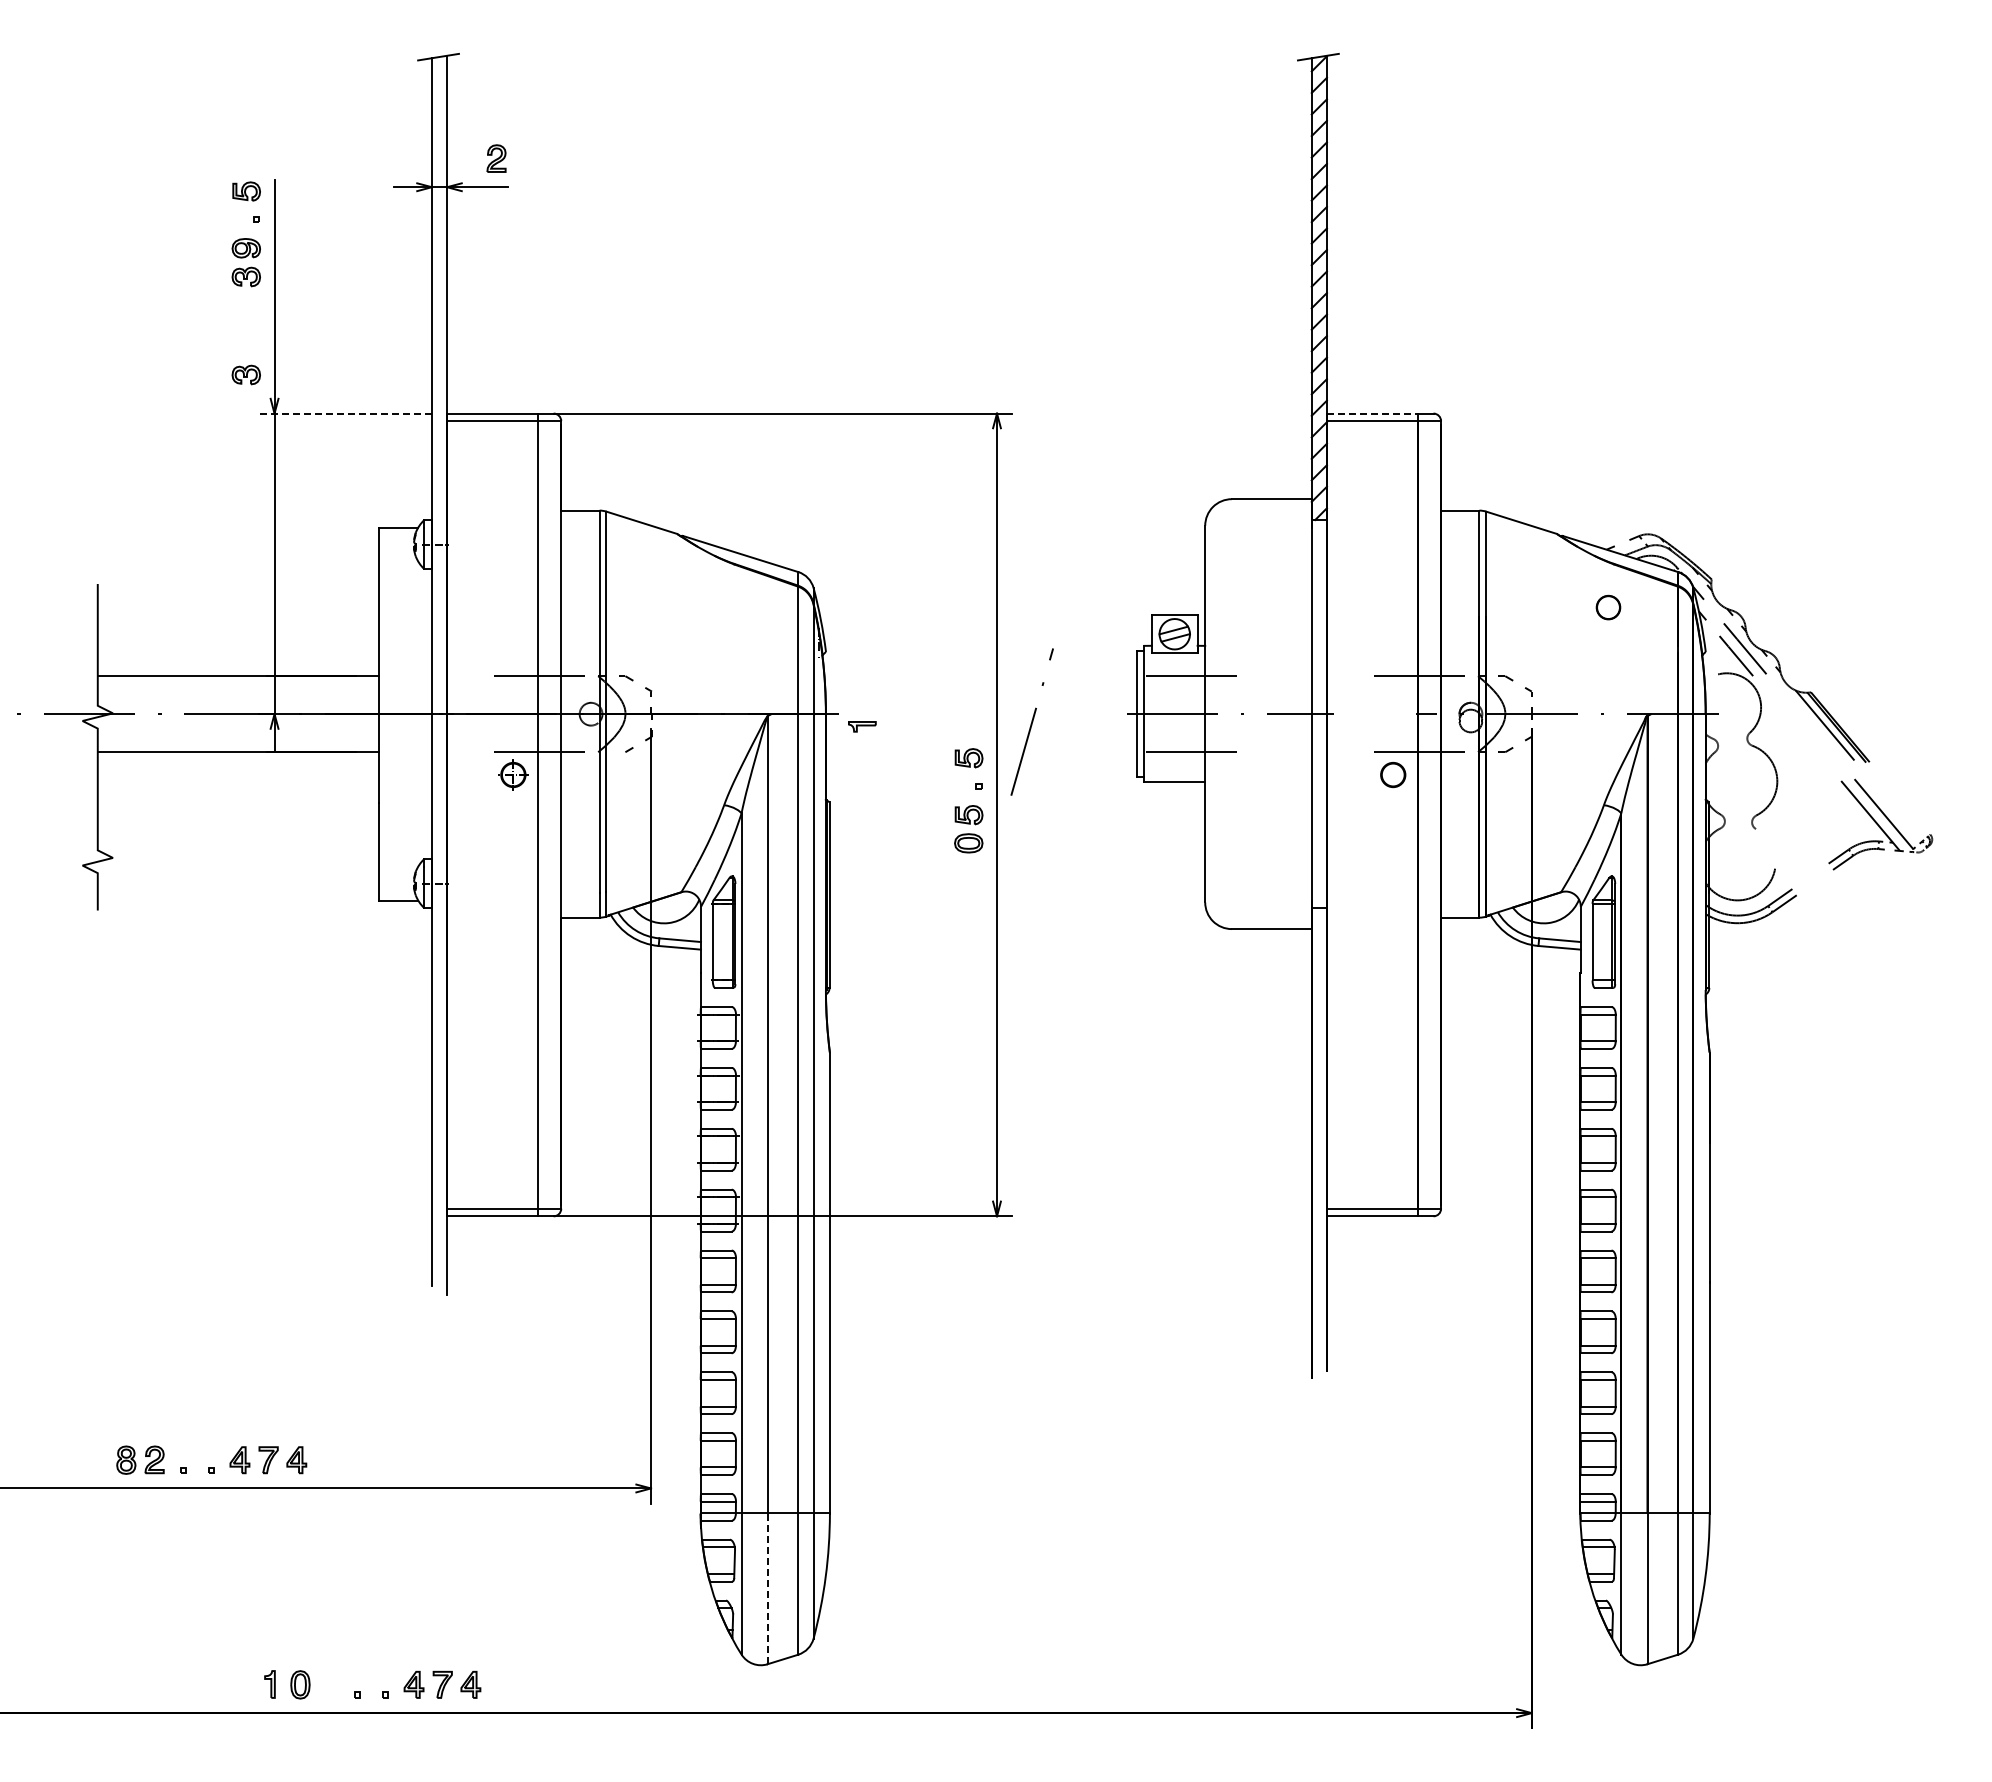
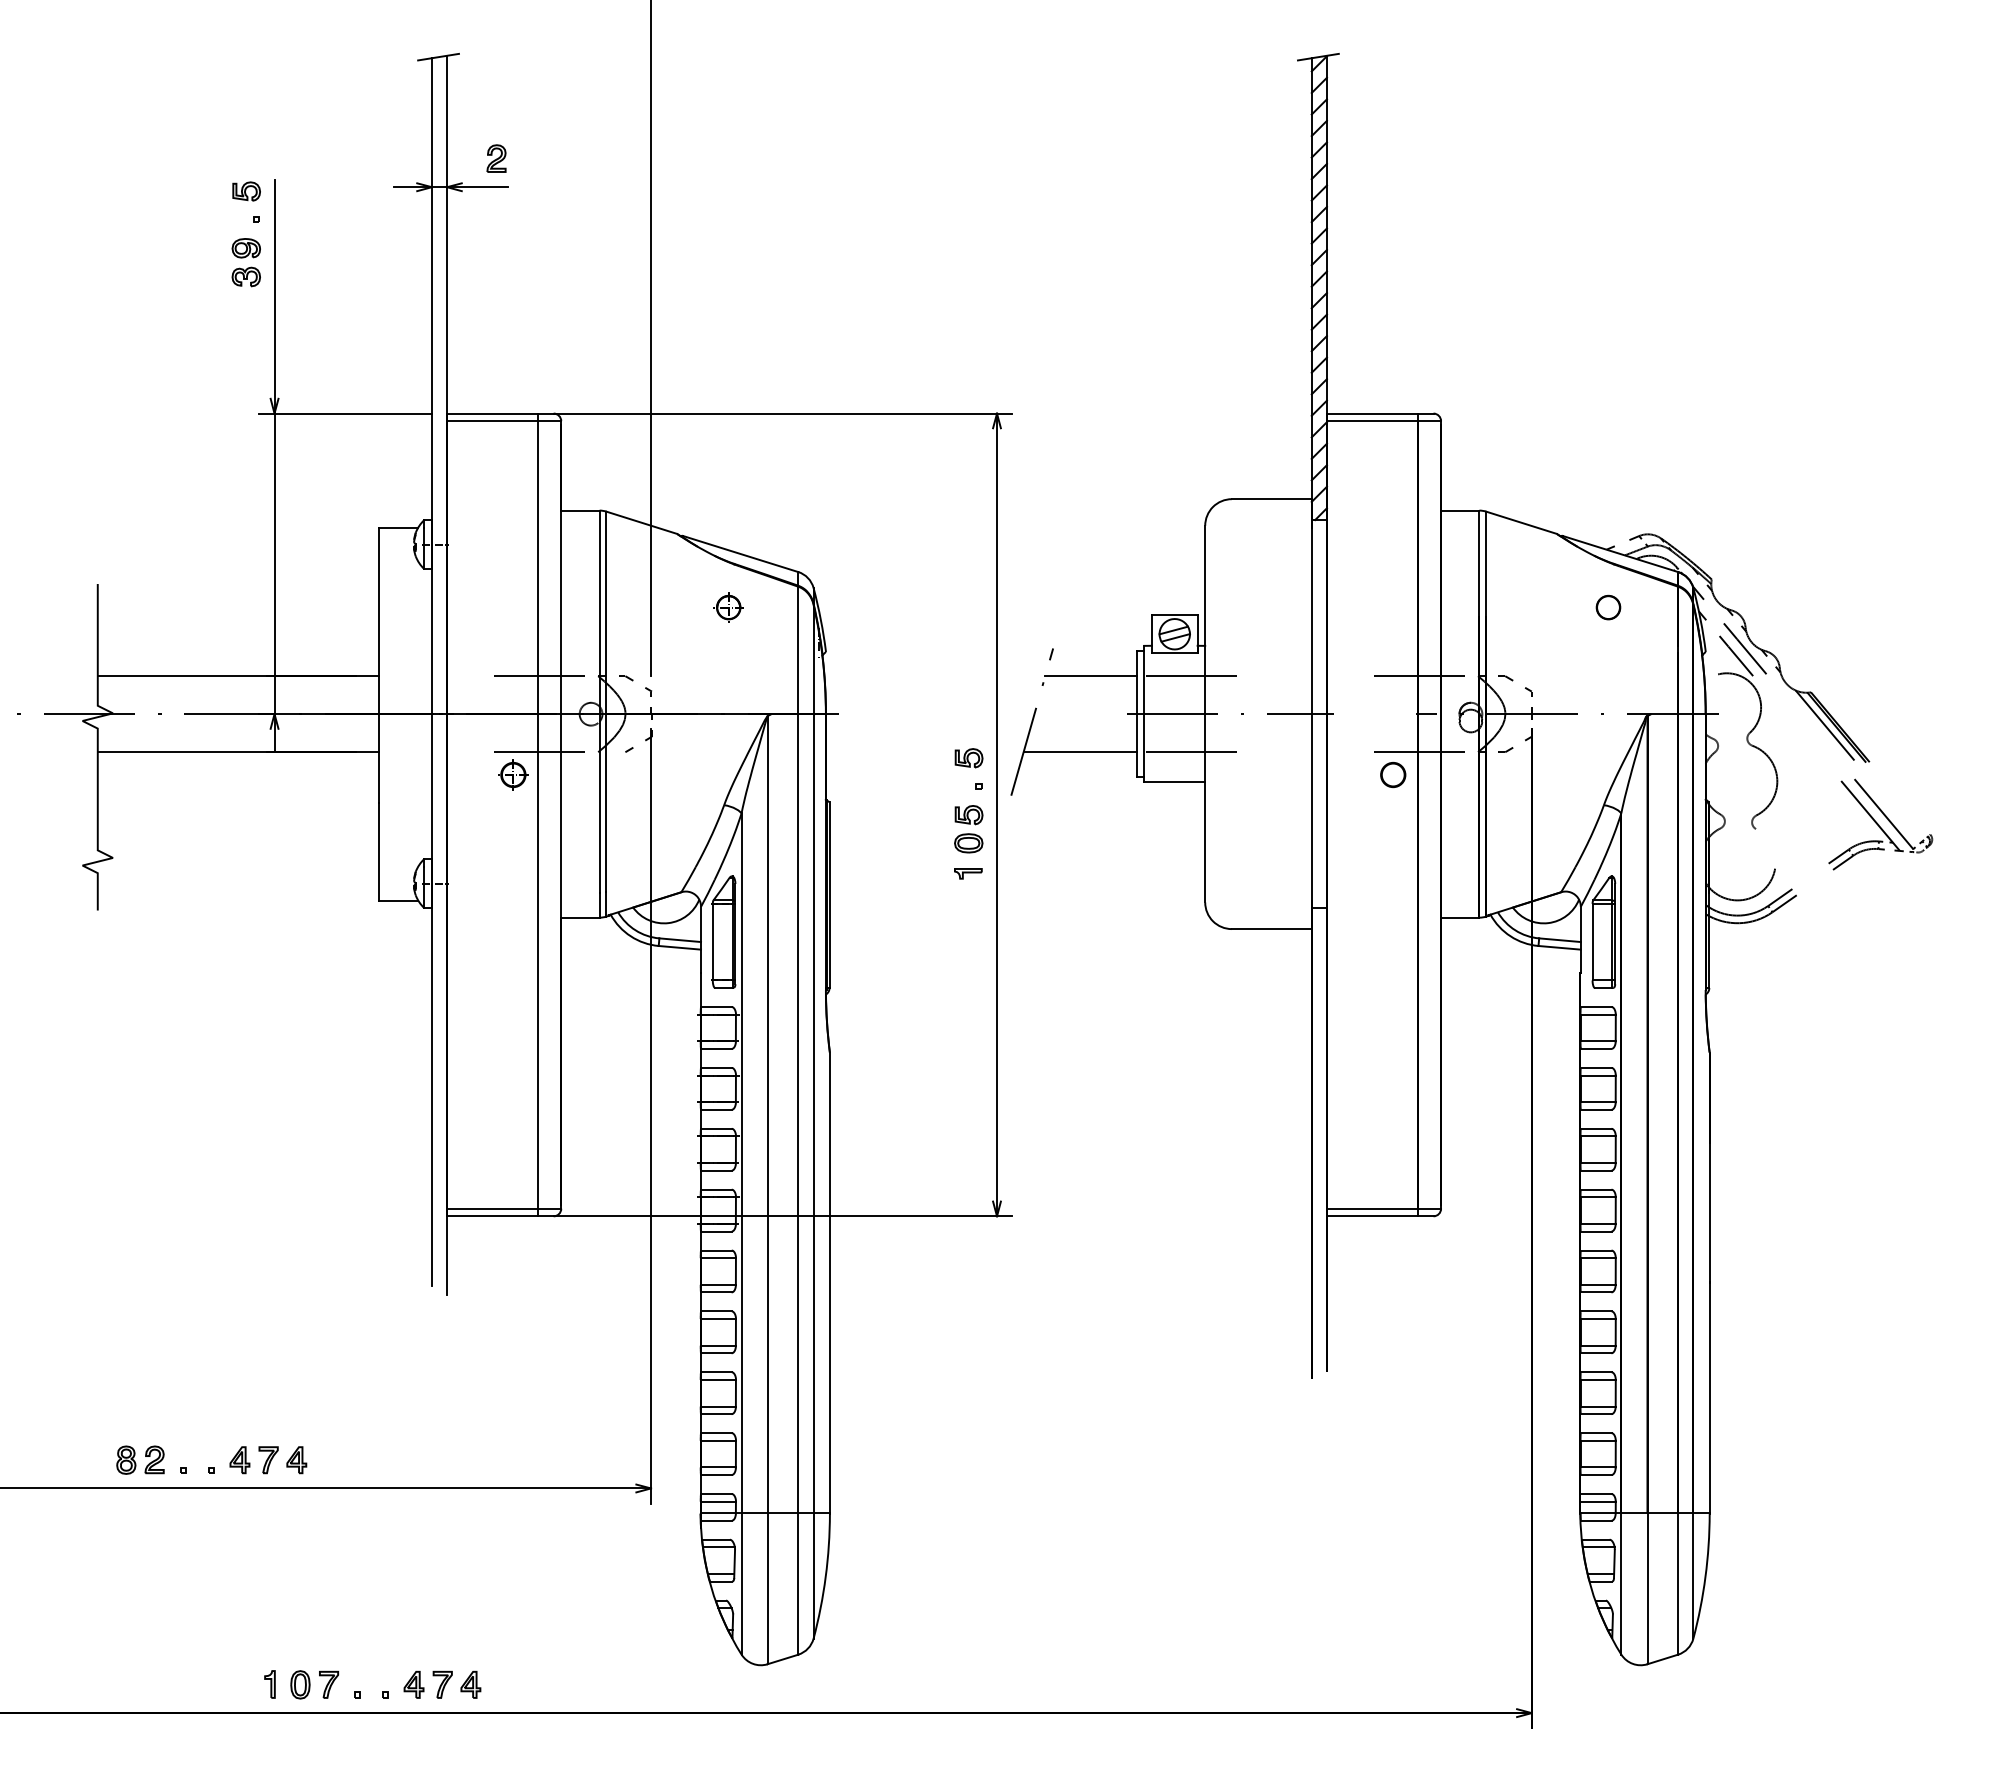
line at (651, 339): none -> present
part at (245, 374): present -> none
line at (345, 413): dashed -> solid
line at (1372, 413): dashed -> solid
part at (728, 607): none -> present
line at (1090, 676): none -> present
part at (862, 726) position: (862, 726) -> (968, 873)
line at (1079, 752): none -> present
line at (767, 1588): dashed -> solid
part at (329, 1684): none -> present
